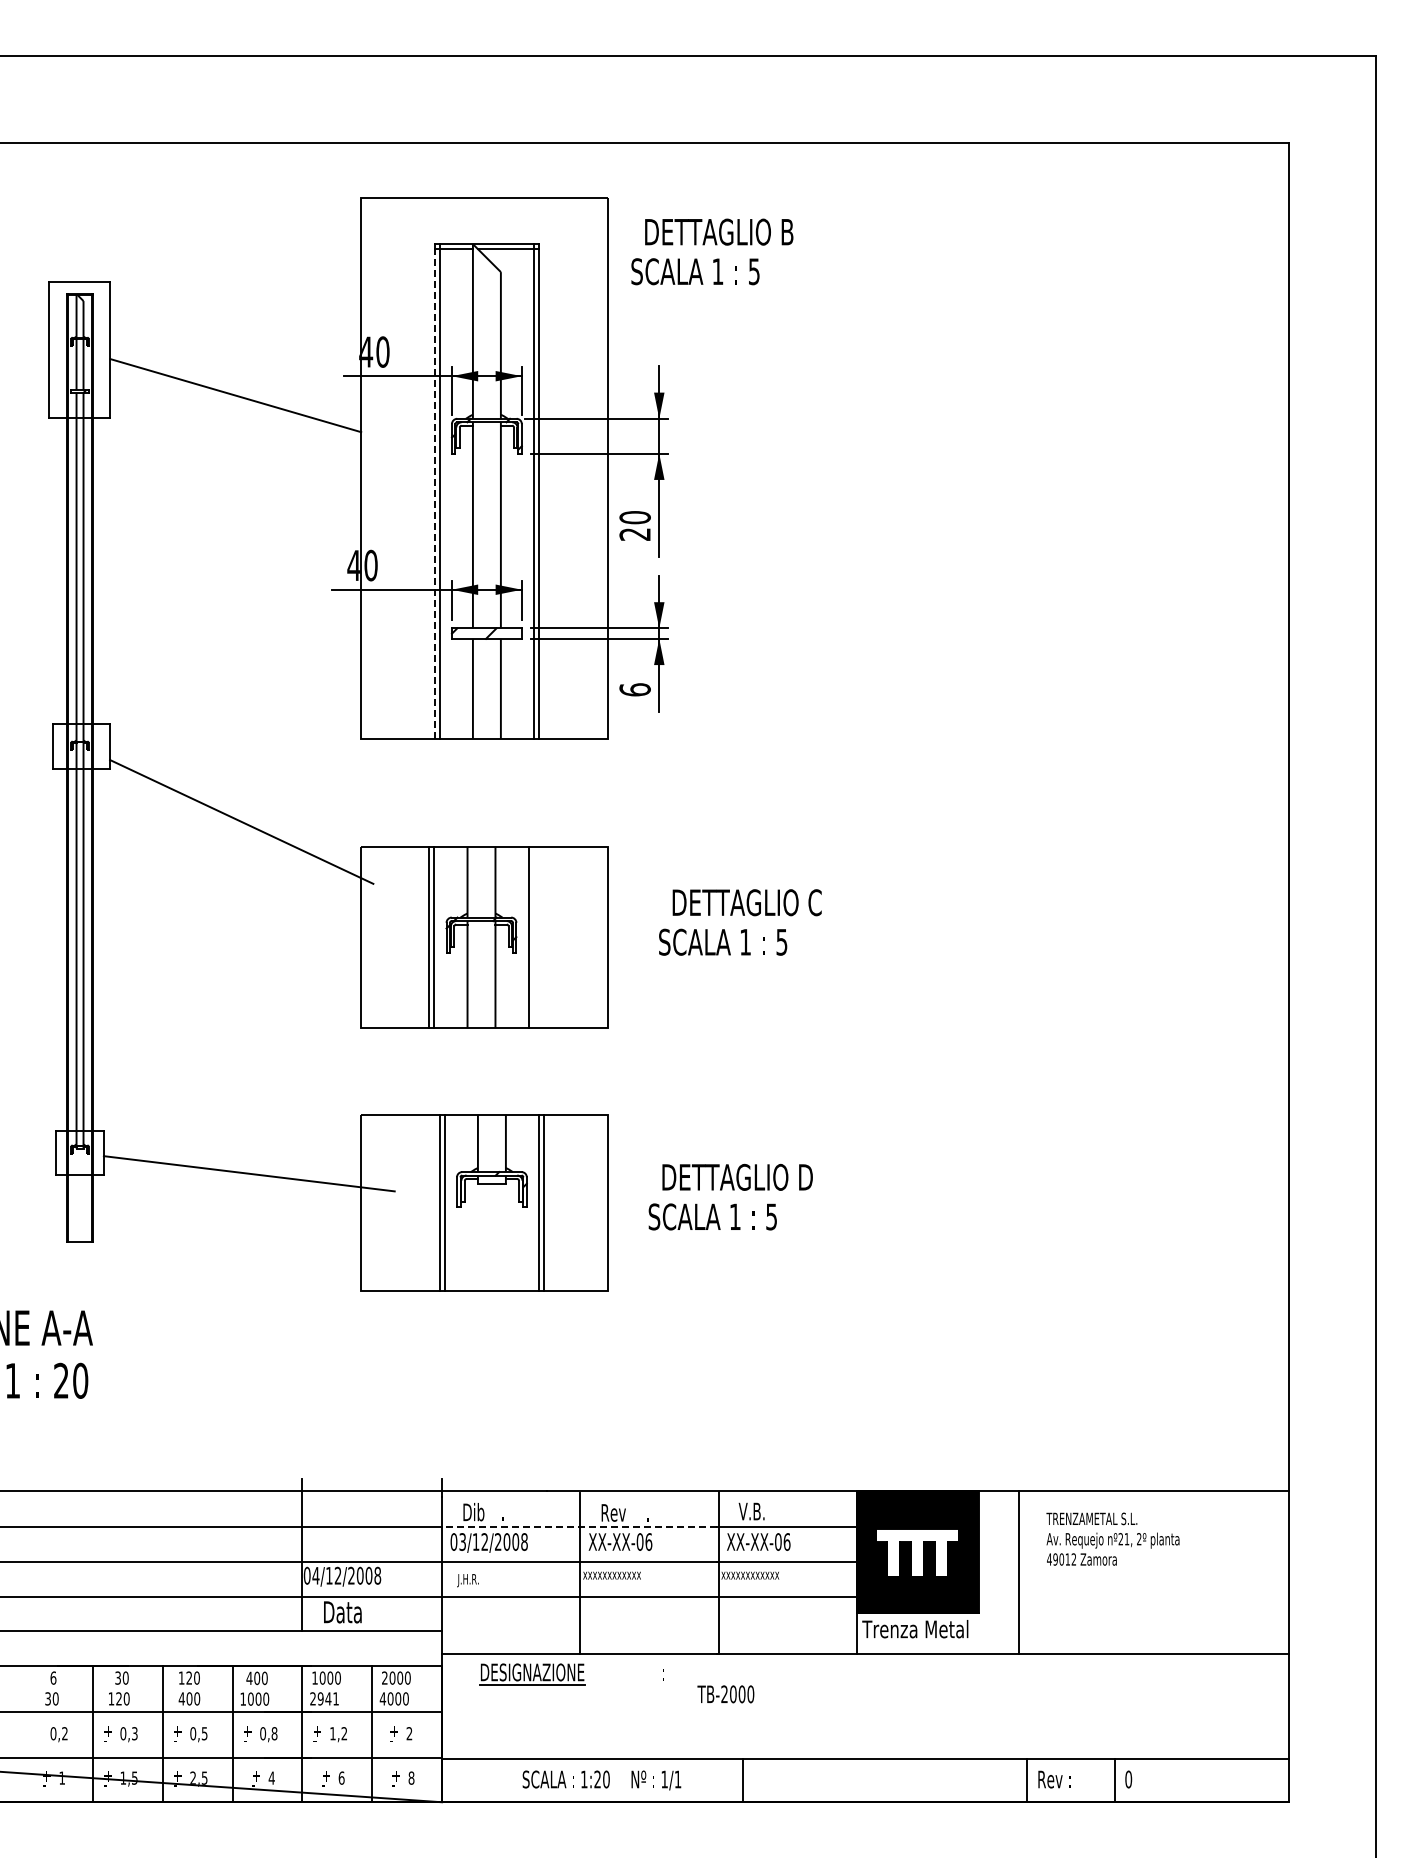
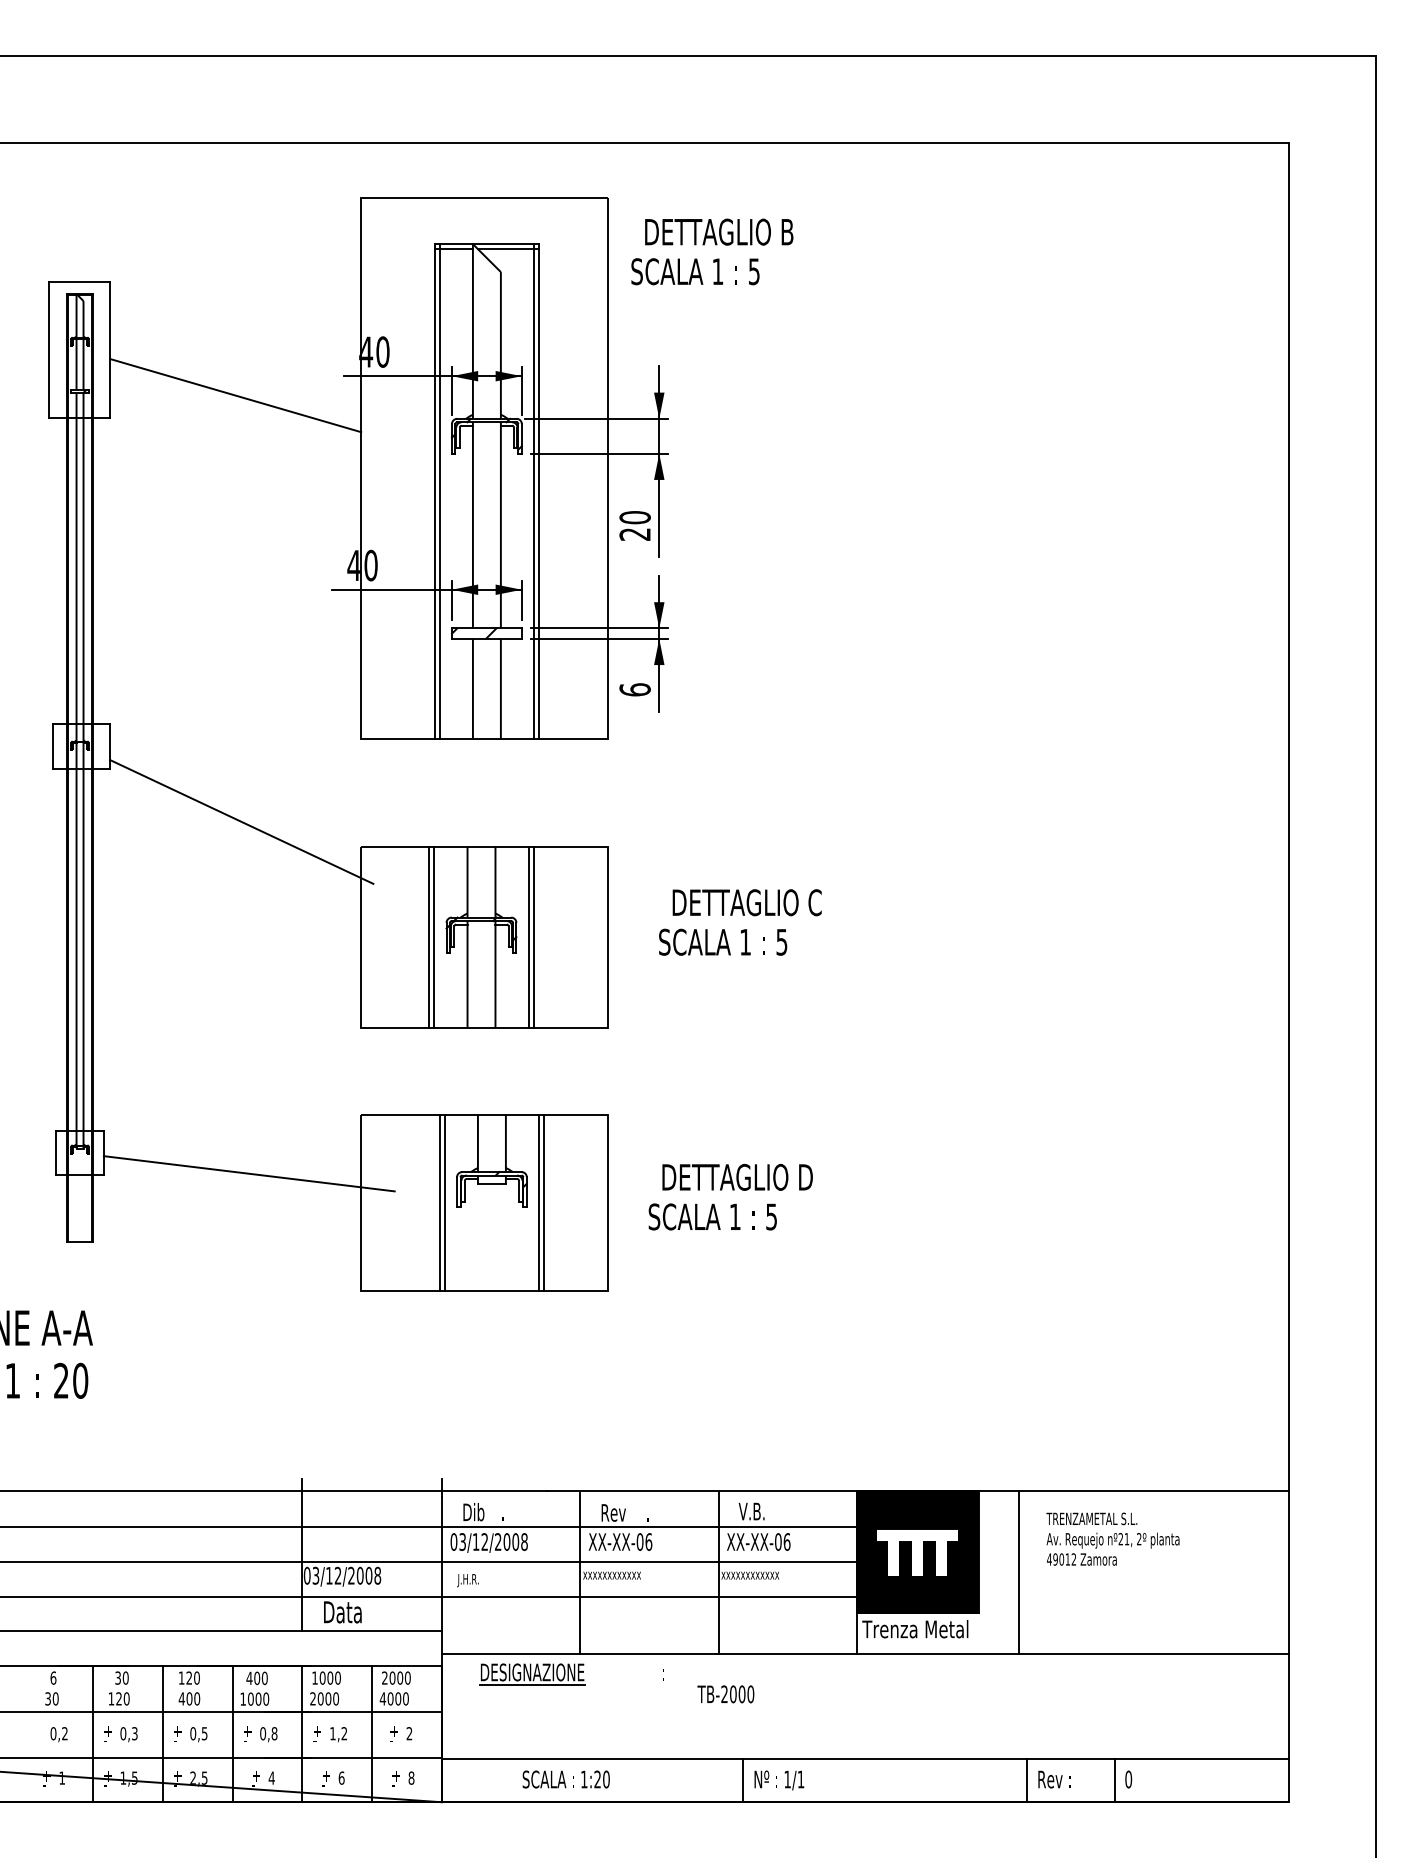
line at (434, 494): dashed -> solid
line at (533, 937): none -> present
line at (579, 1527): dashed -> solid
text at (315, 1575): 04/12/2008 -> 03/12/2008
text at (328, 1698): 2941 -> 2000
text at (656, 1780) position: (656, 1780) -> (779, 1780)
